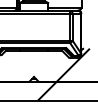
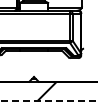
hatch at (72, 64): present -> none
line at (49, 100): solid -> dashed
